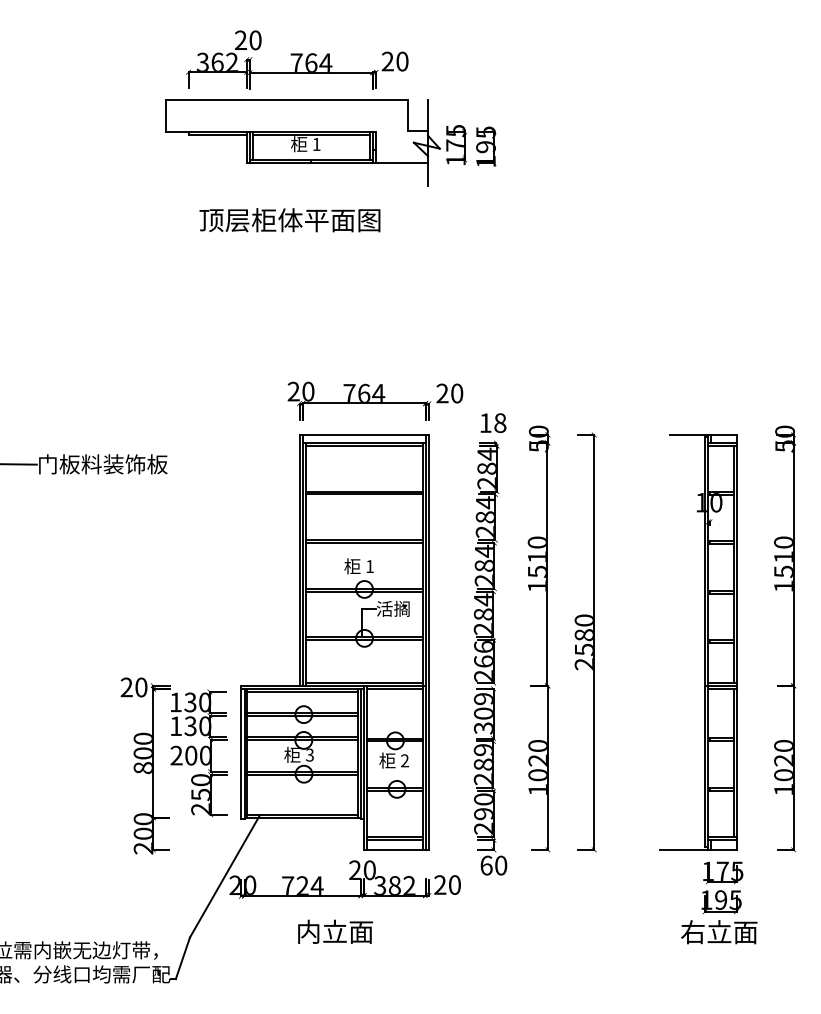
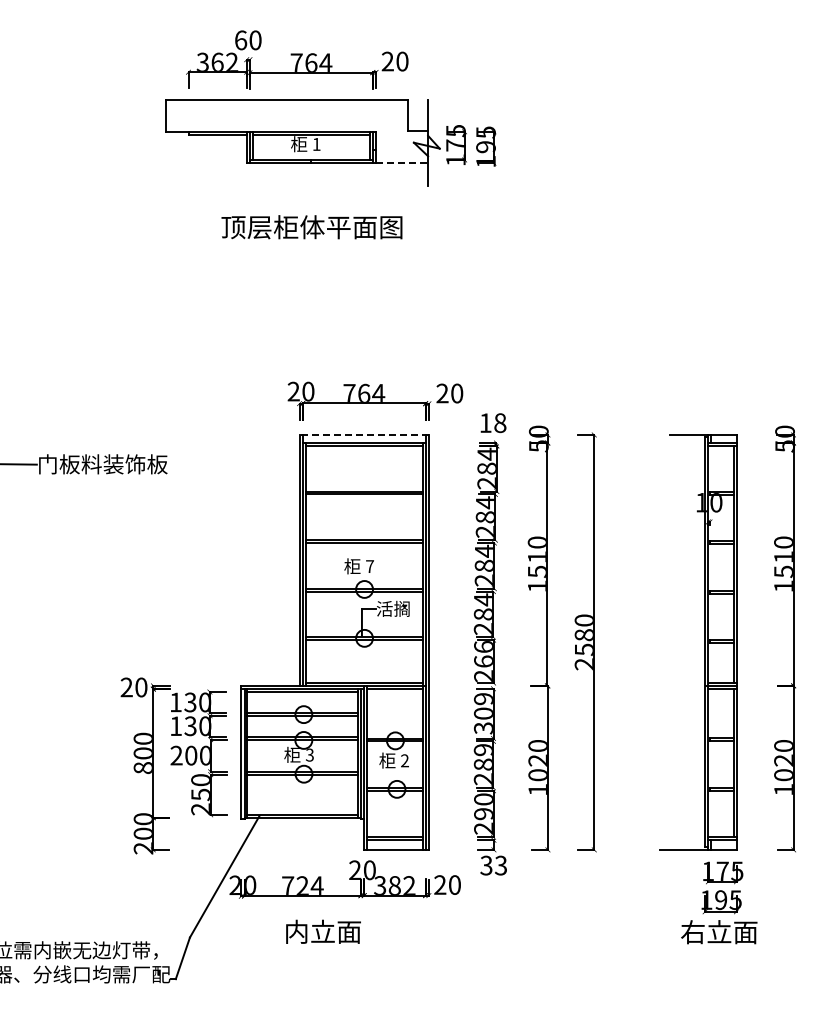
text at (240, 40): 20 -> 60
line at (402, 163): solid -> dashed
text at (289, 220) position: (289, 220) -> (311, 227)
line at (364, 434): solid -> dashed
text at (370, 566): 1 -> 7
text at (493, 865): 60 -> 33
text at (335, 931) position: (335, 931) -> (323, 931)
